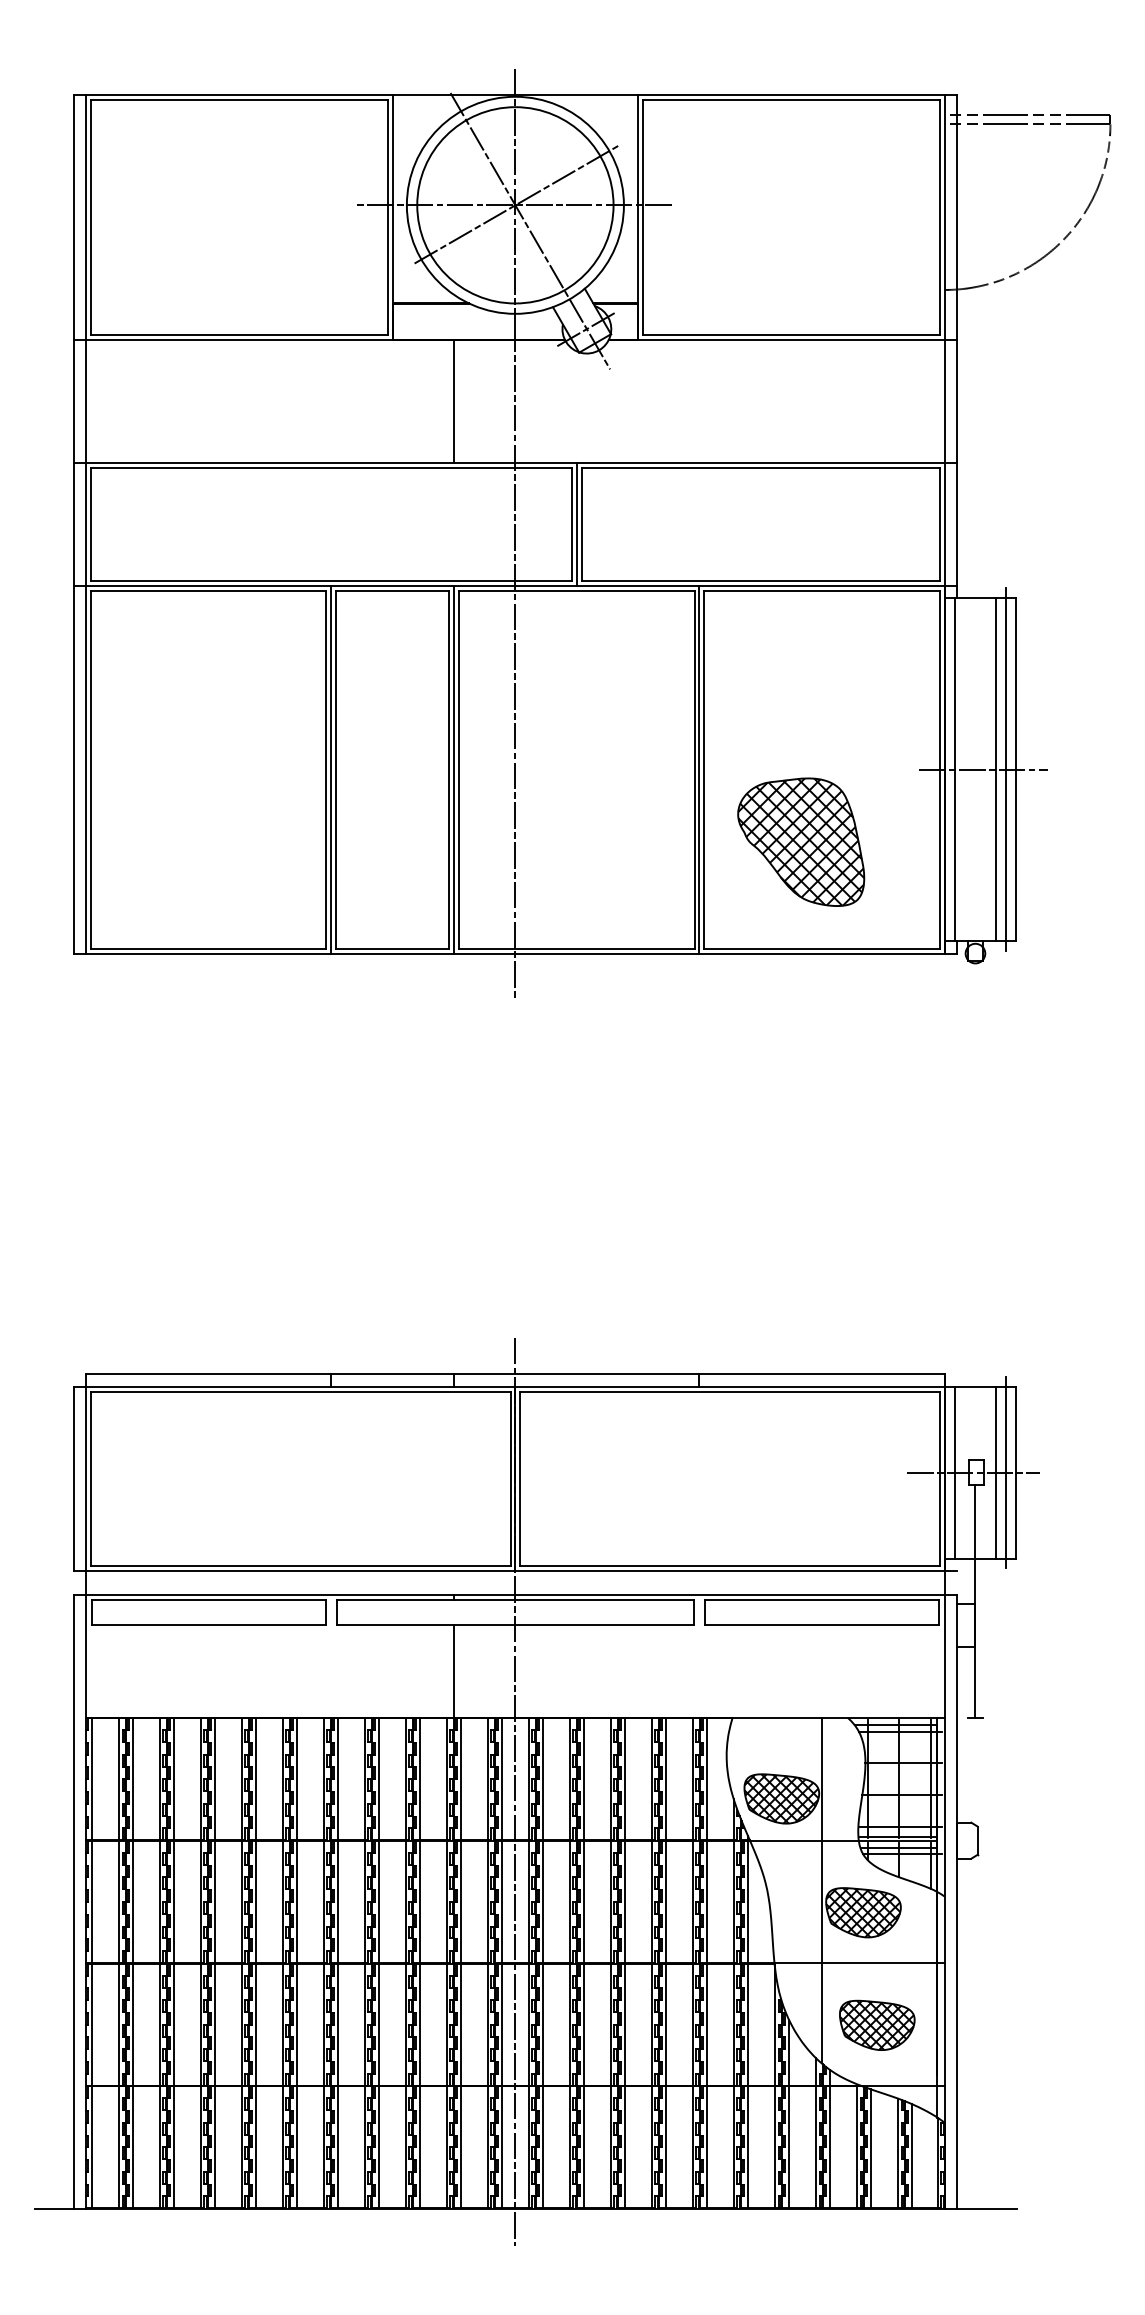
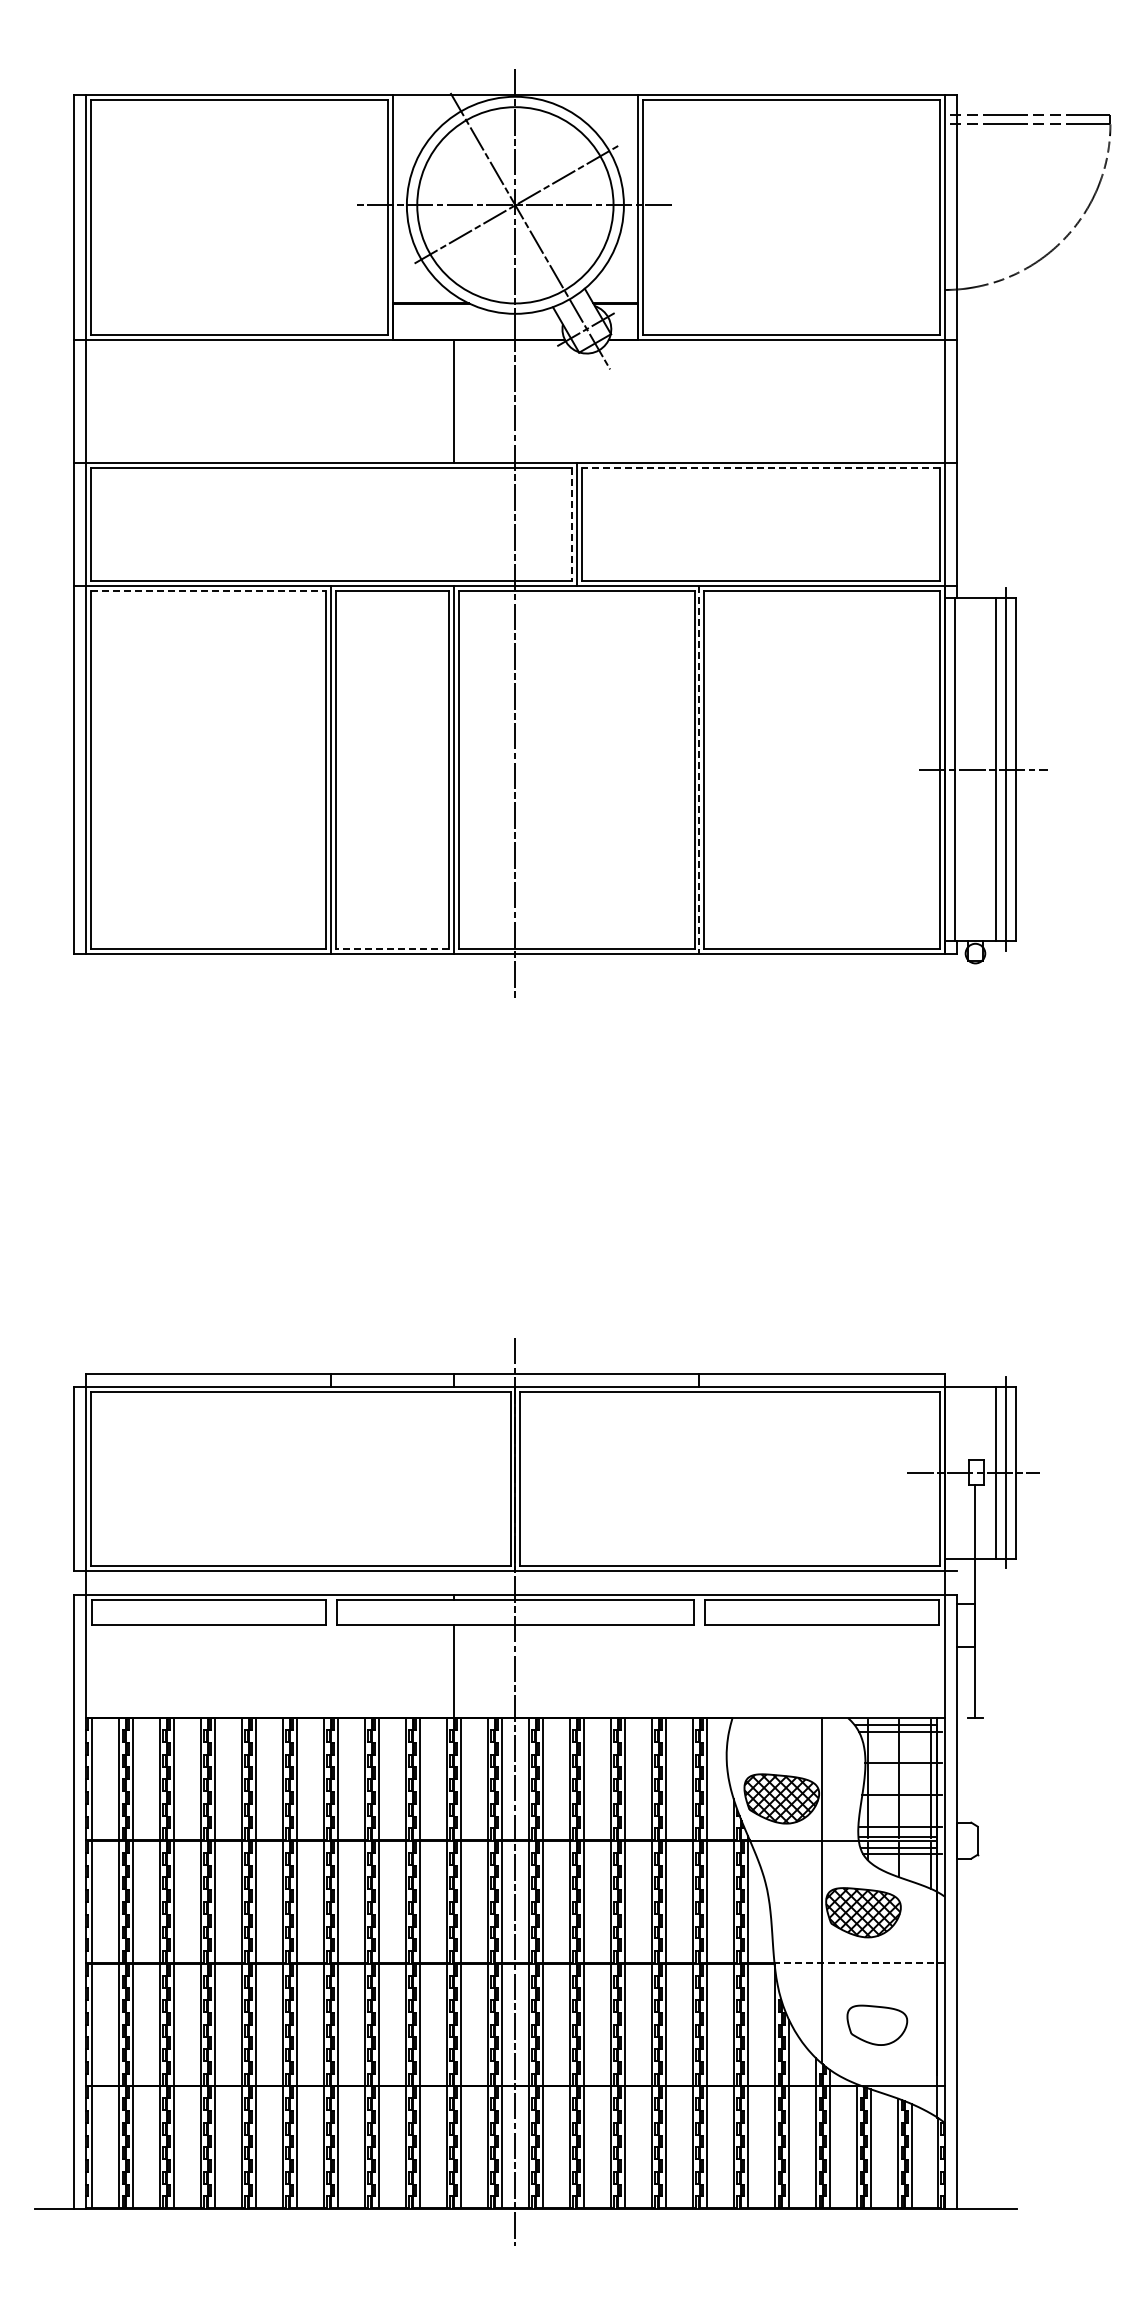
line at (760, 467): solid -> dashed
line at (571, 524): solid -> dashed
line at (208, 590): solid -> dashed
line at (699, 770): solid -> dashed
part at (801, 841): present -> none
line at (392, 948): solid -> dashed
line at (954, 1472): present -> none
line at (859, 1963): solid -> dashed
part at (877, 2024) size: 77x52 px -> 63x42 px
